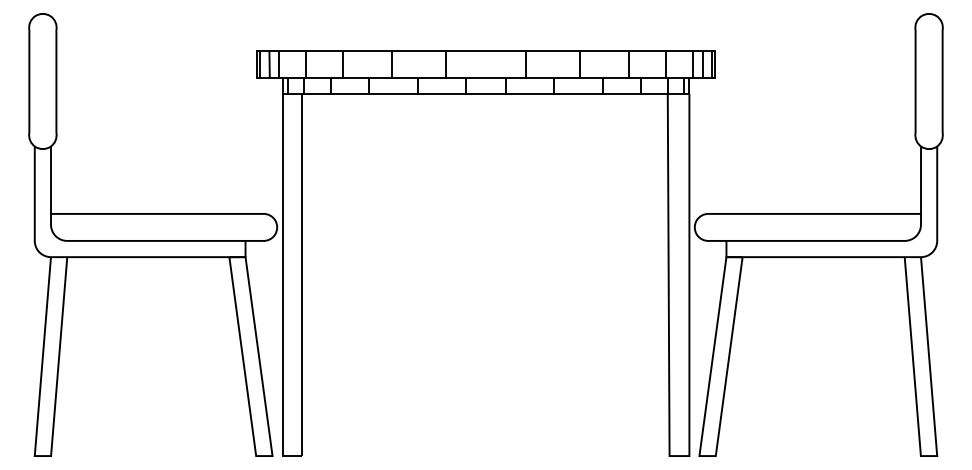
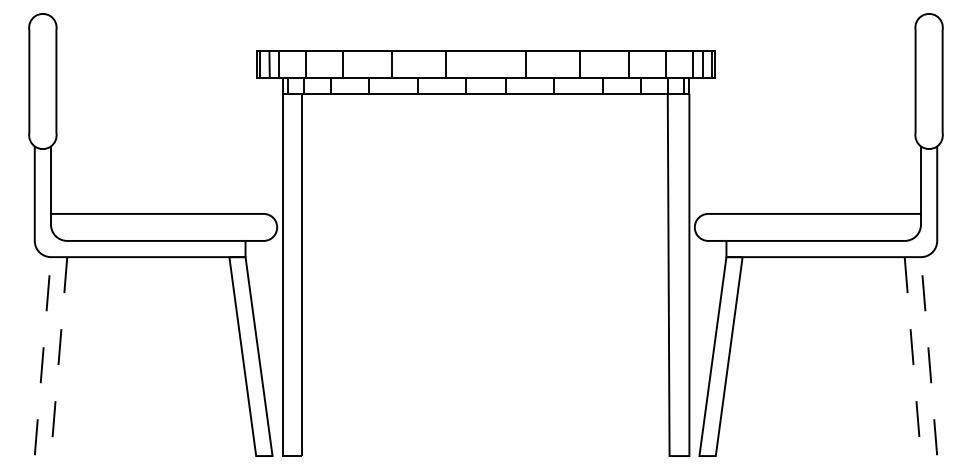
line at (42, 456): solid -> dashed
line at (929, 456): solid -> dashed
